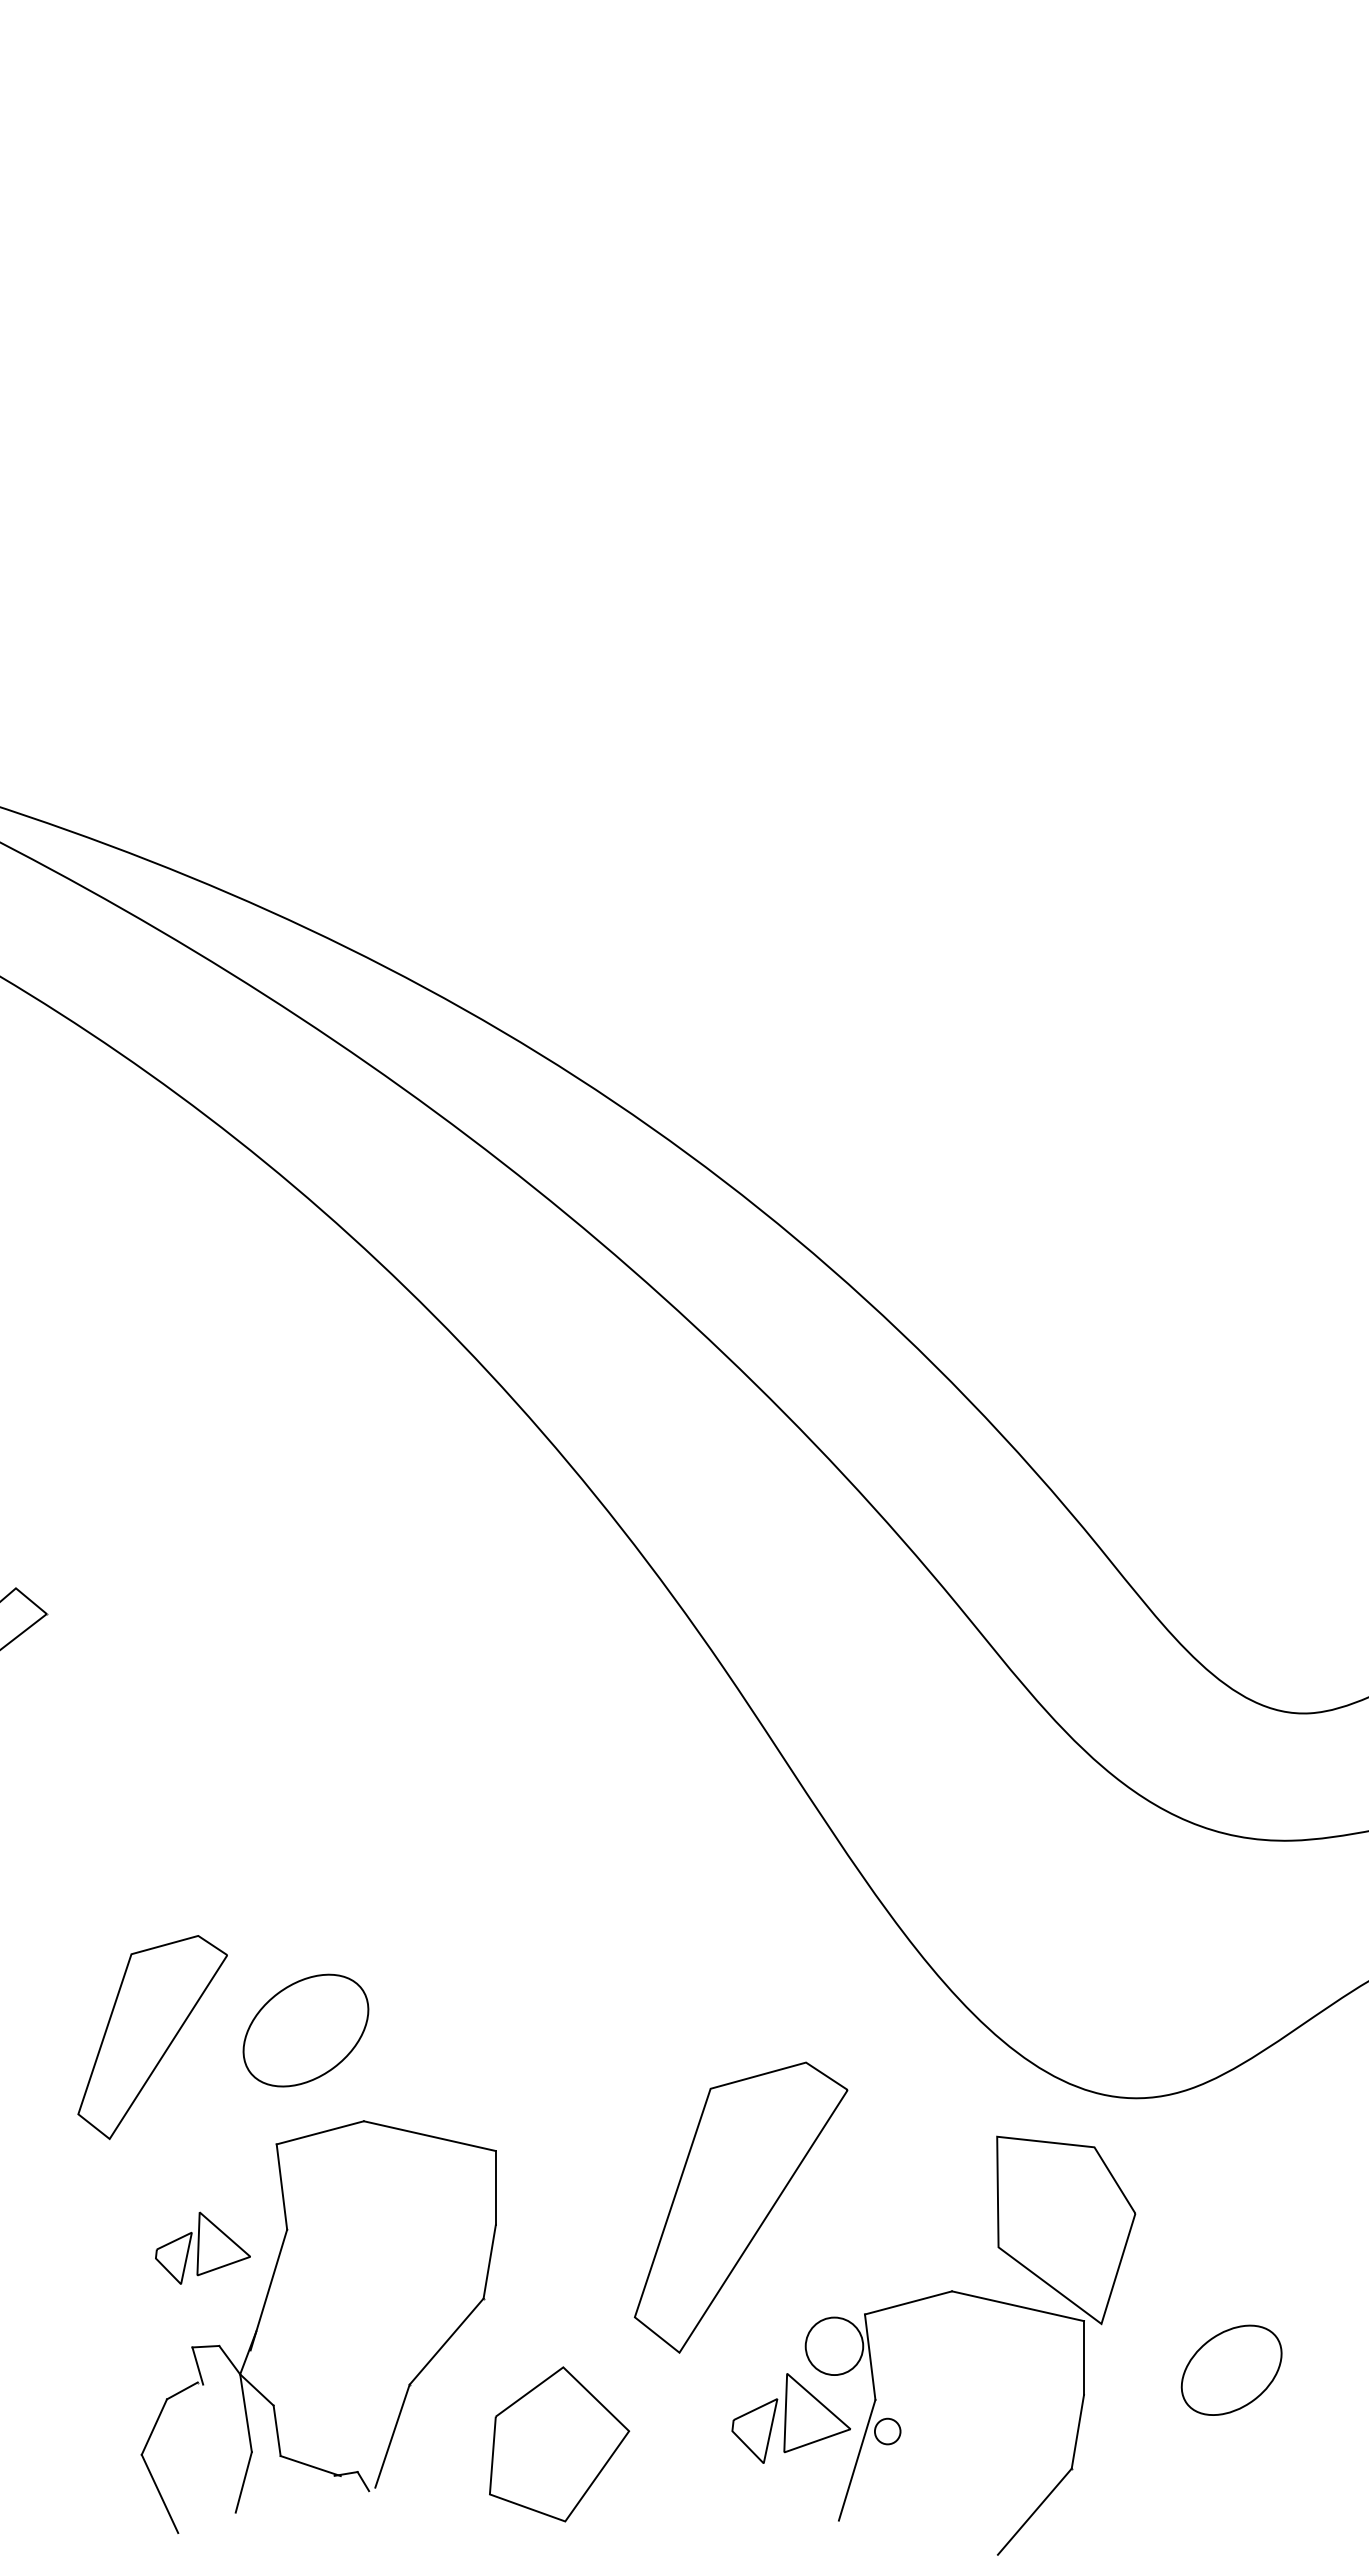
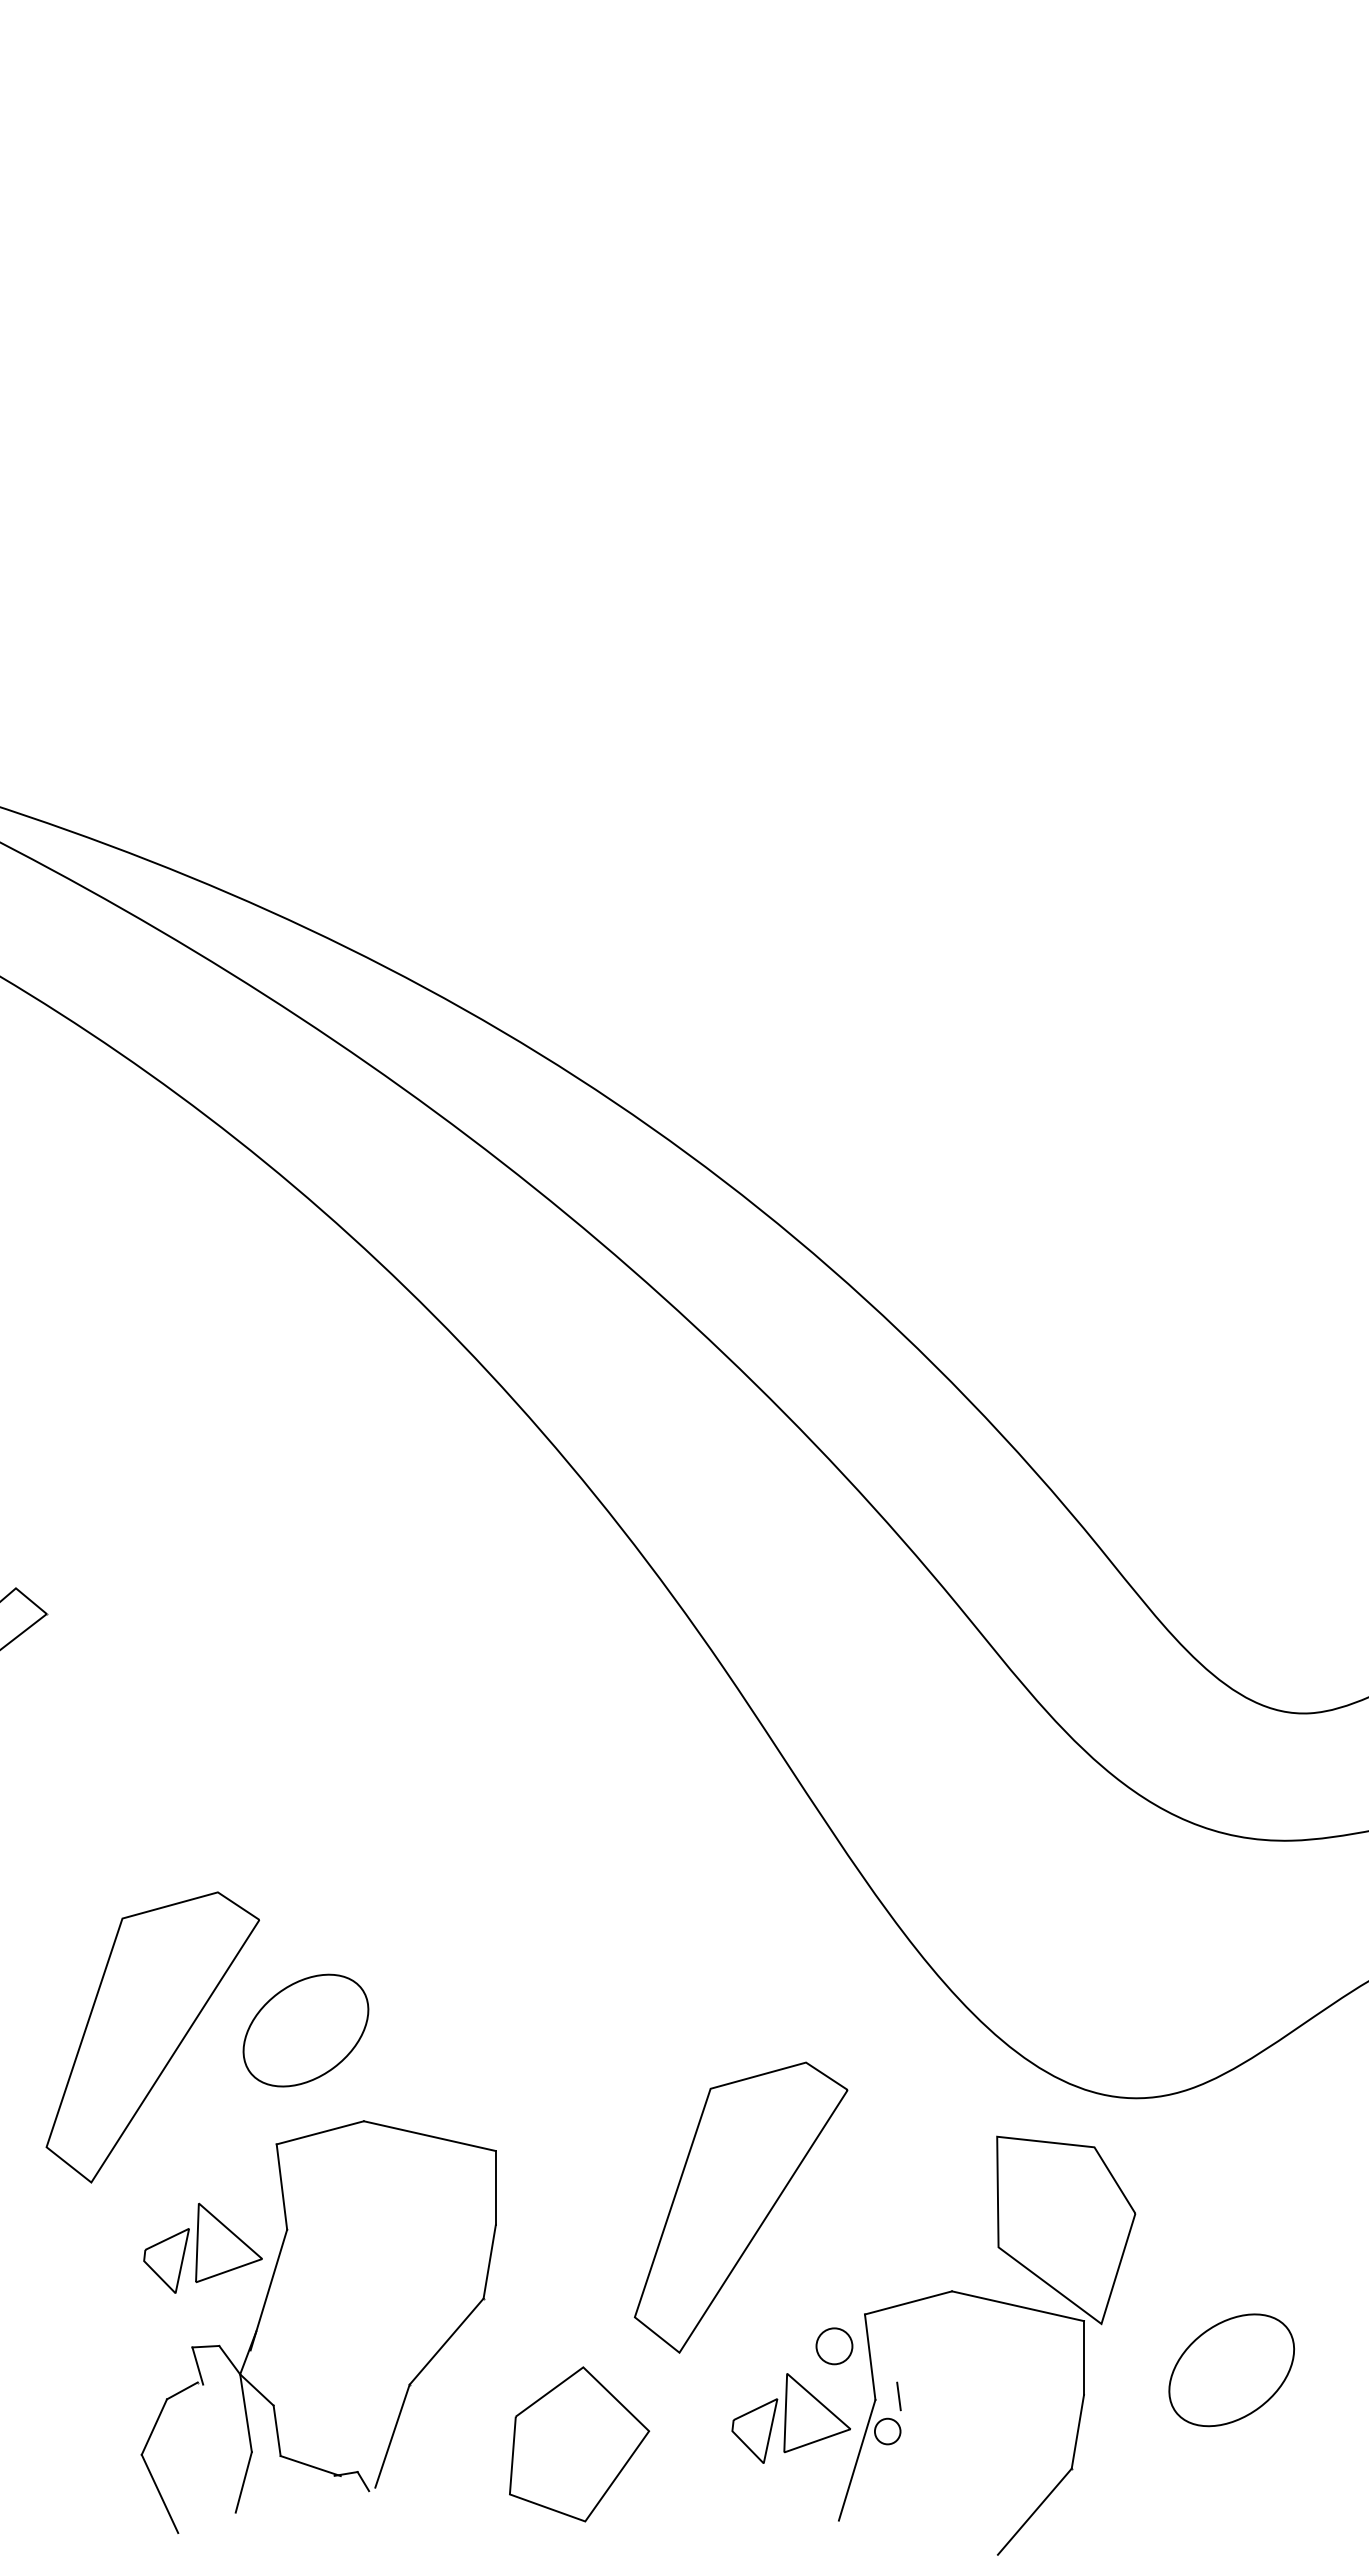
part at (152, 2037) size: 151x206 px -> 215x293 px
part at (202, 2247) size: 96x74 px -> 120x92 px
circle at (834, 2346) diameter: 57 px -> 36 px
part at (1231, 2369) size: 103x92 px -> 127x115 px
line at (898, 2396): none -> present
part at (559, 2444) position: (559, 2444) -> (579, 2444)
